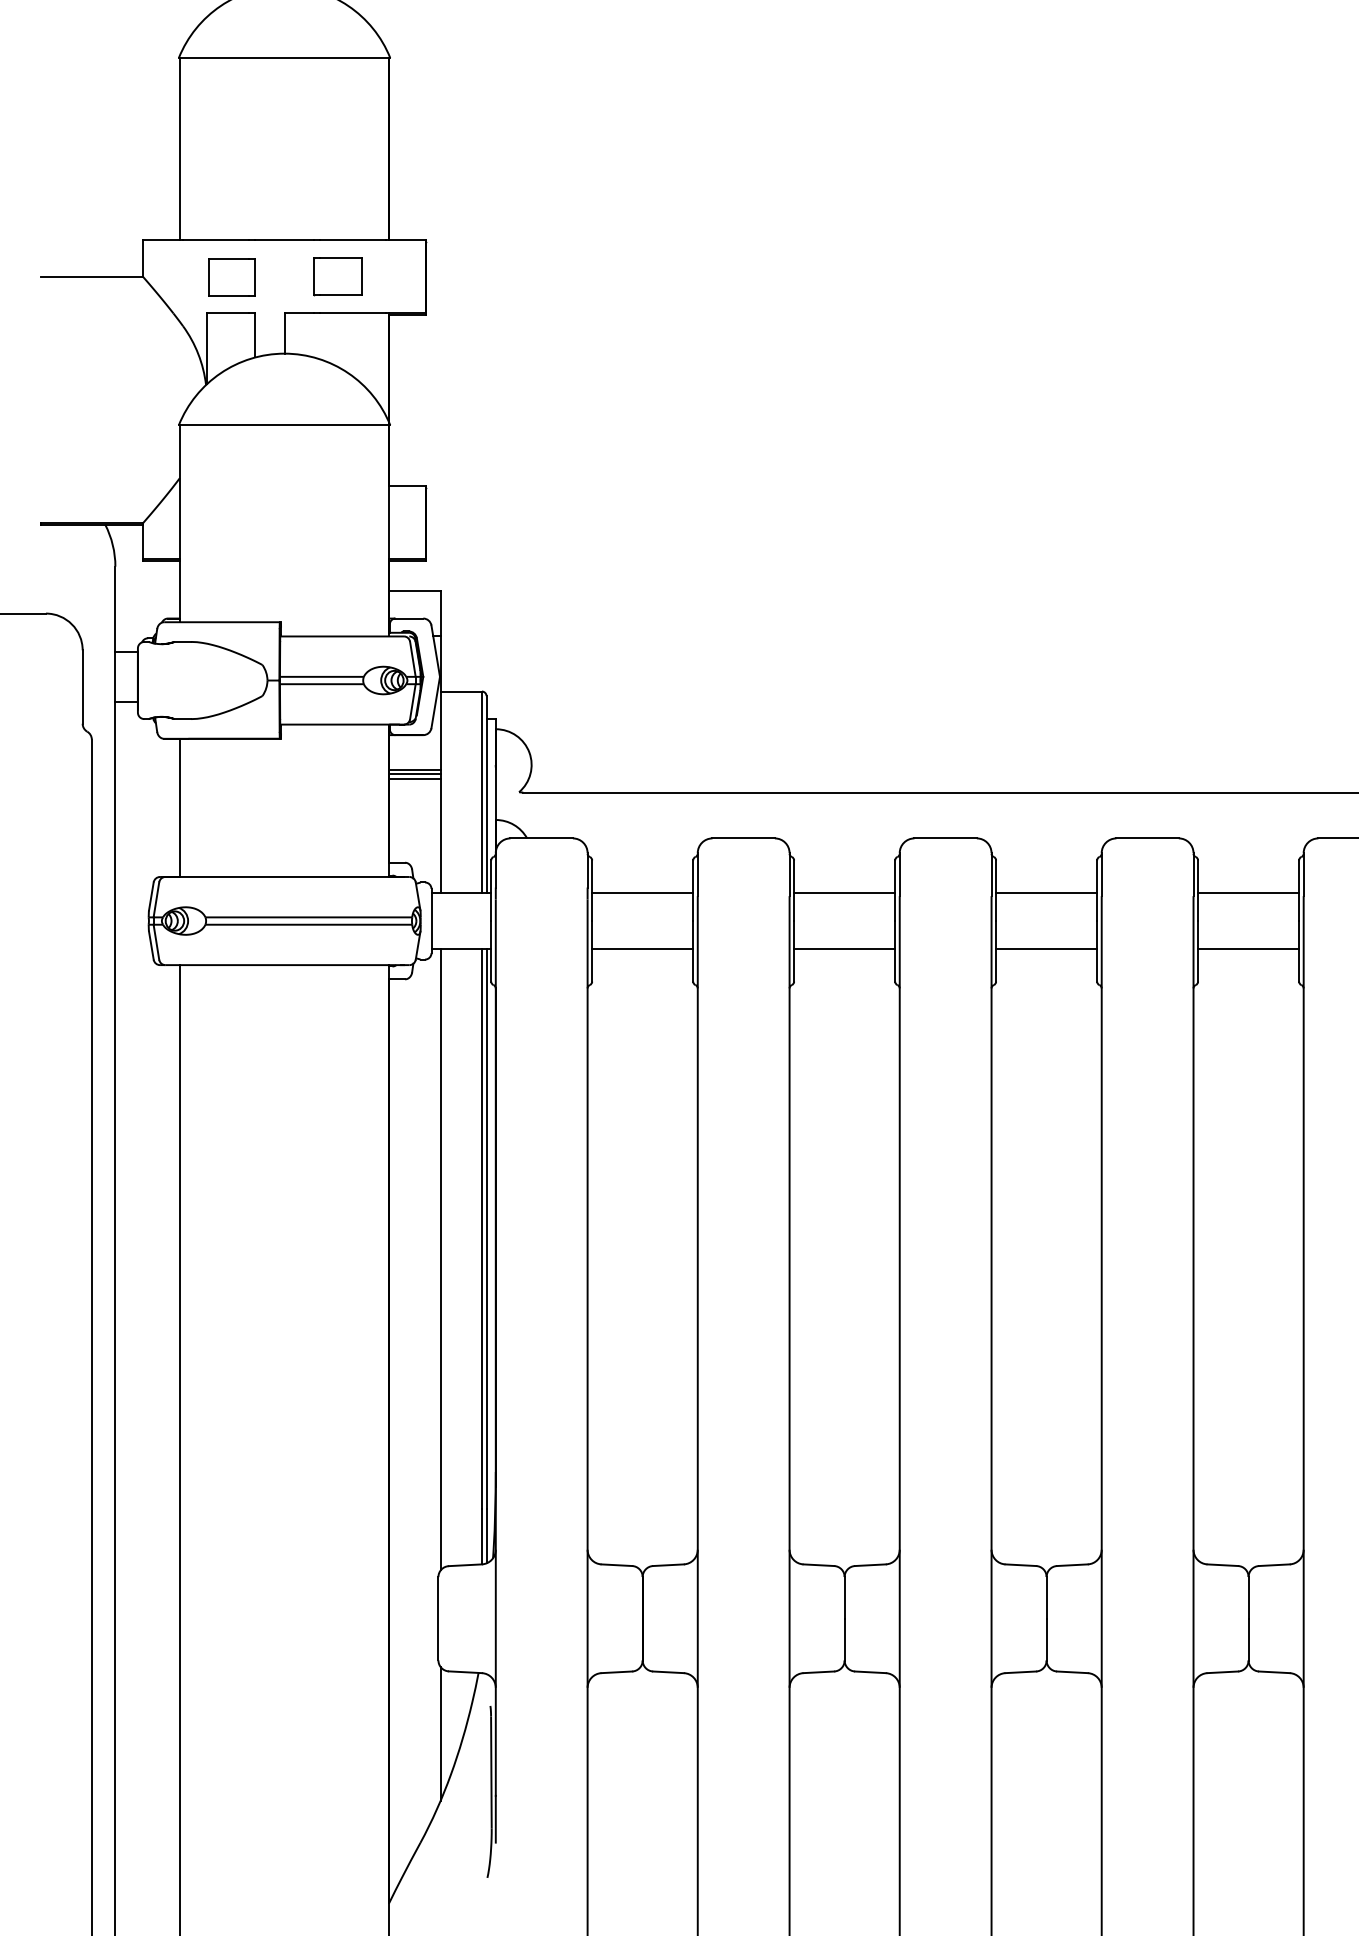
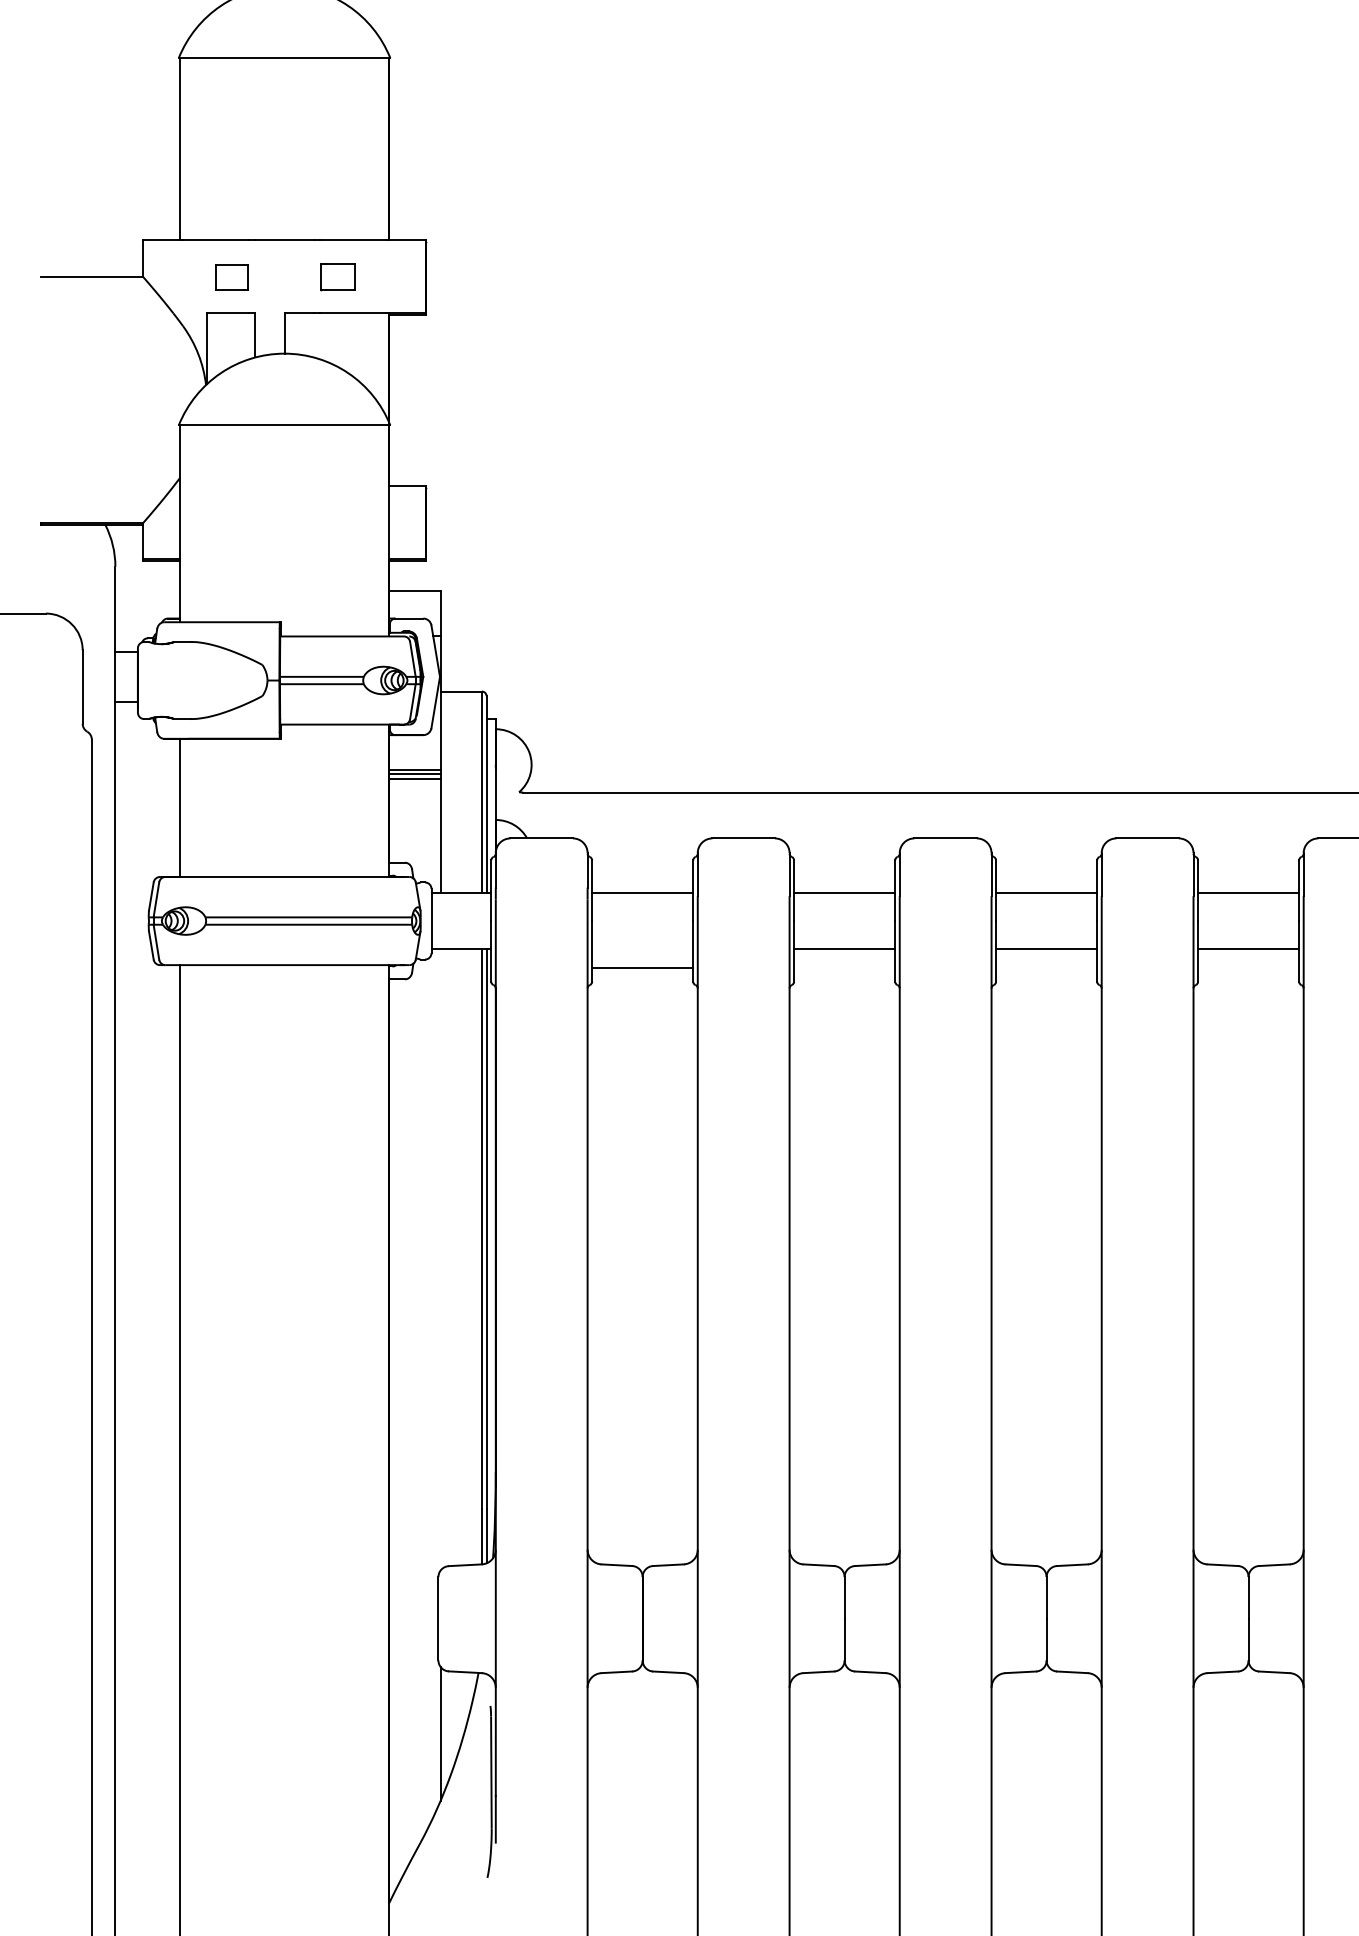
part at (337, 276) size: 50x40 px -> 36x29 px
part at (231, 277) size: 48x39 px -> 34x27 px
line at (642, 948) position: (642, 948) -> (642, 967)
line at (440, 1259): present -> none
